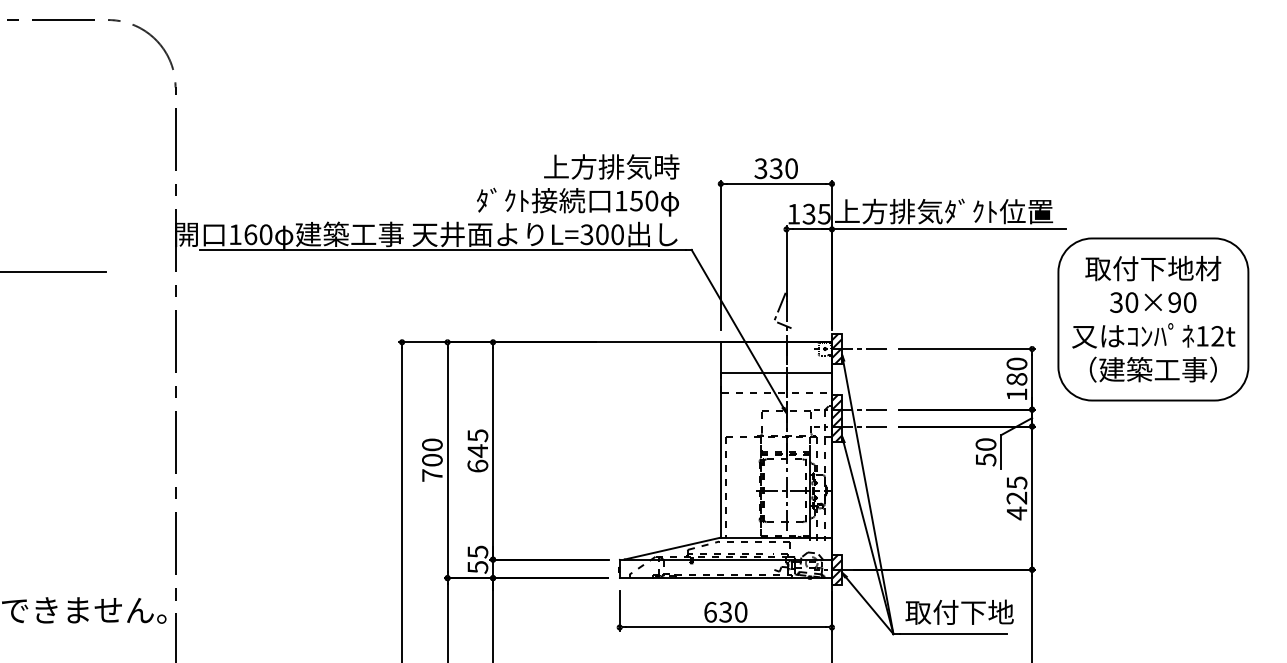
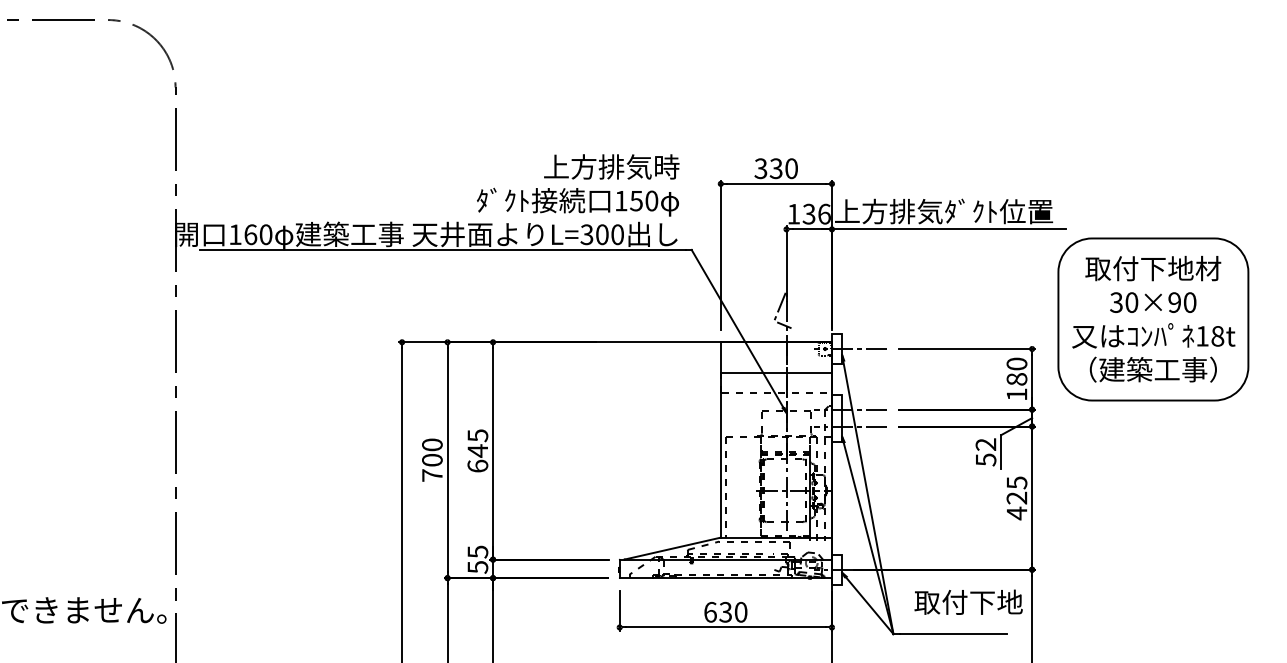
text at (824, 213): 135 -> 136
line at (53, 272): present -> none
text at (1217, 336): 12t -> 18t
hatch at (837, 348): present -> none
hatch at (837, 417): present -> none
text at (985, 444): 50 -> 52
hatch at (837, 569): present -> none
text at (959, 611) position: (959, 611) -> (968, 601)
